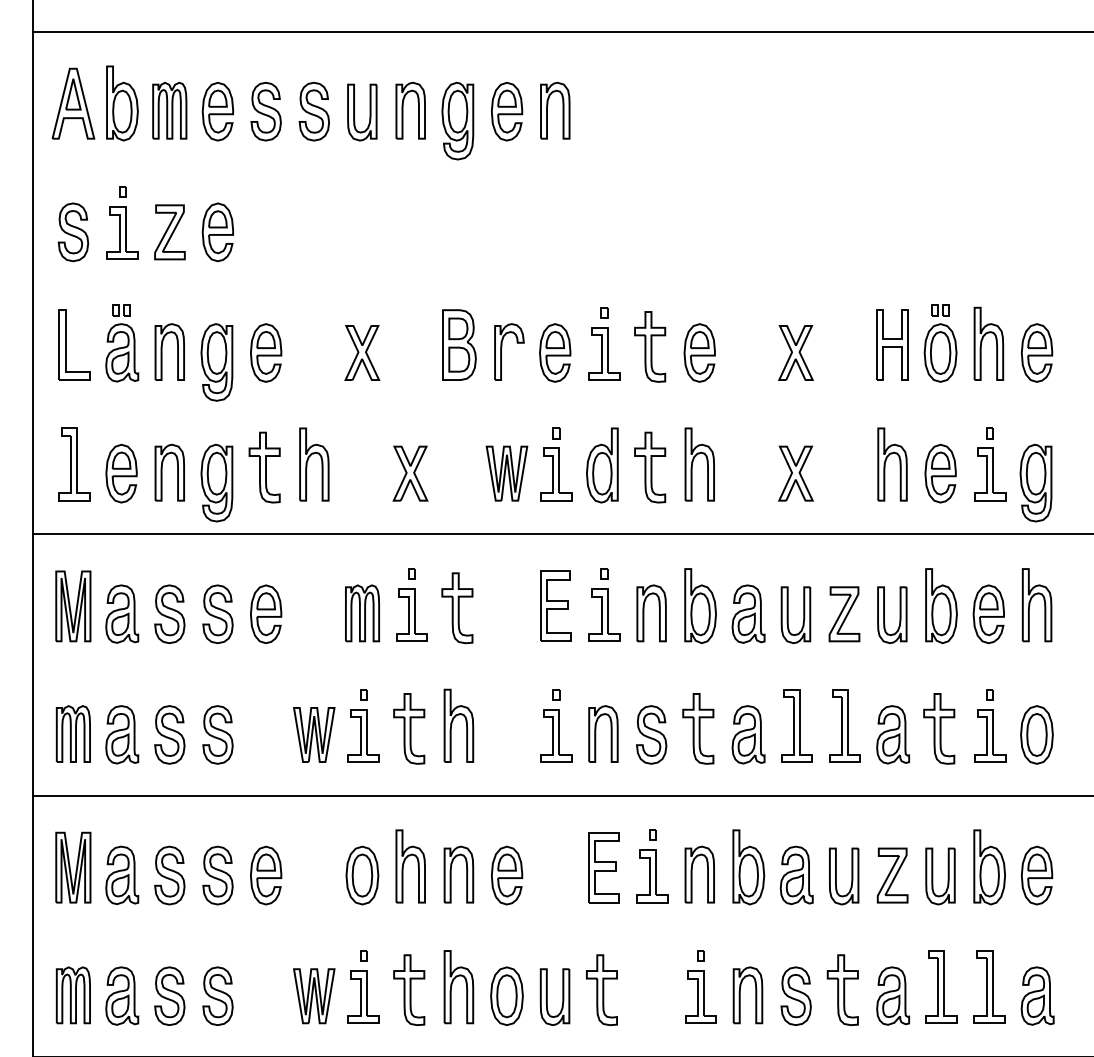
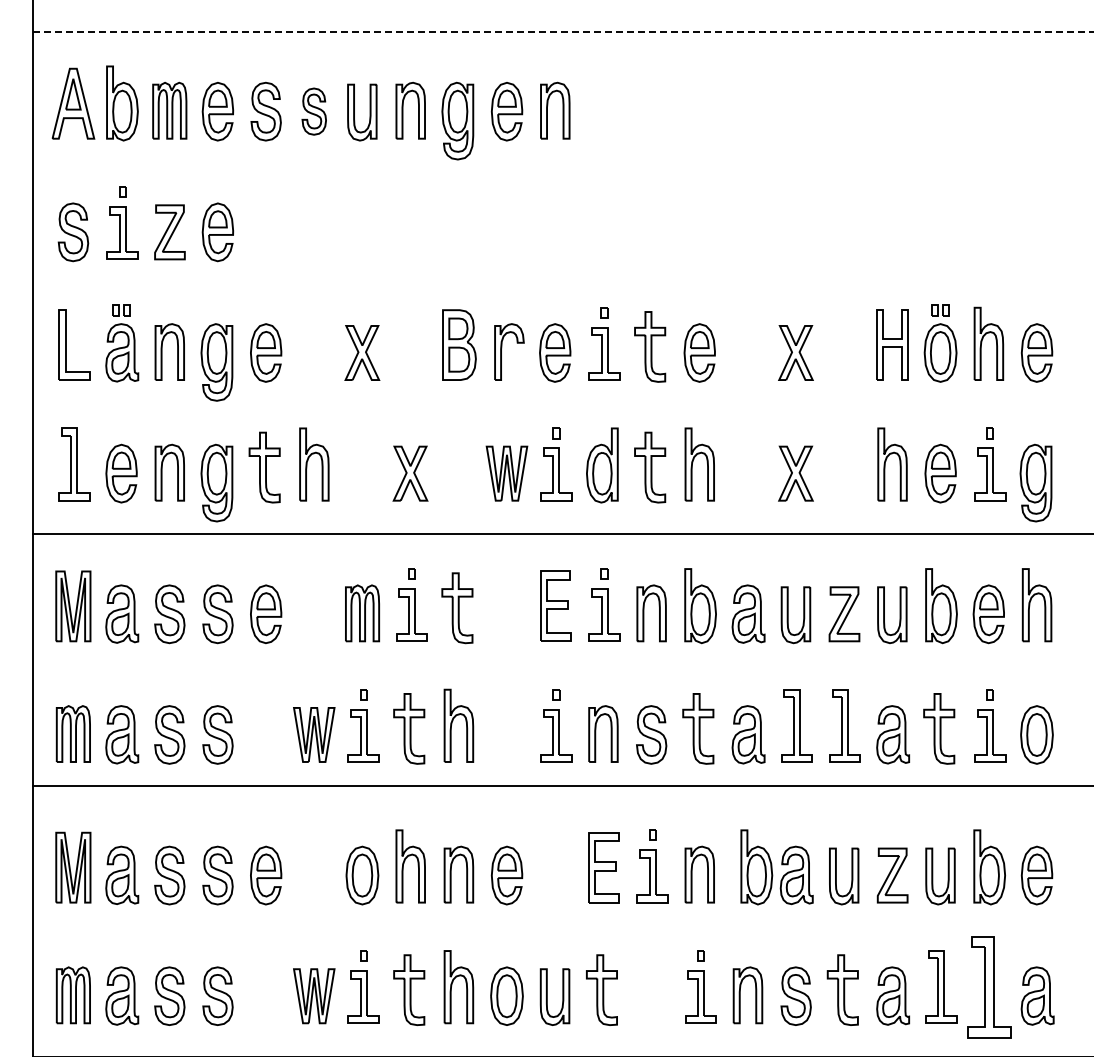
line at (563, 31): solid -> dashed
part at (313, 111) size: 32x61 px -> 26x49 px
line at (561, 795) position: (561, 795) -> (561, 785)
part at (748, 867) position: (748, 867) -> (756, 867)
part at (989, 986) size: 33x74 px -> 45x103 px
